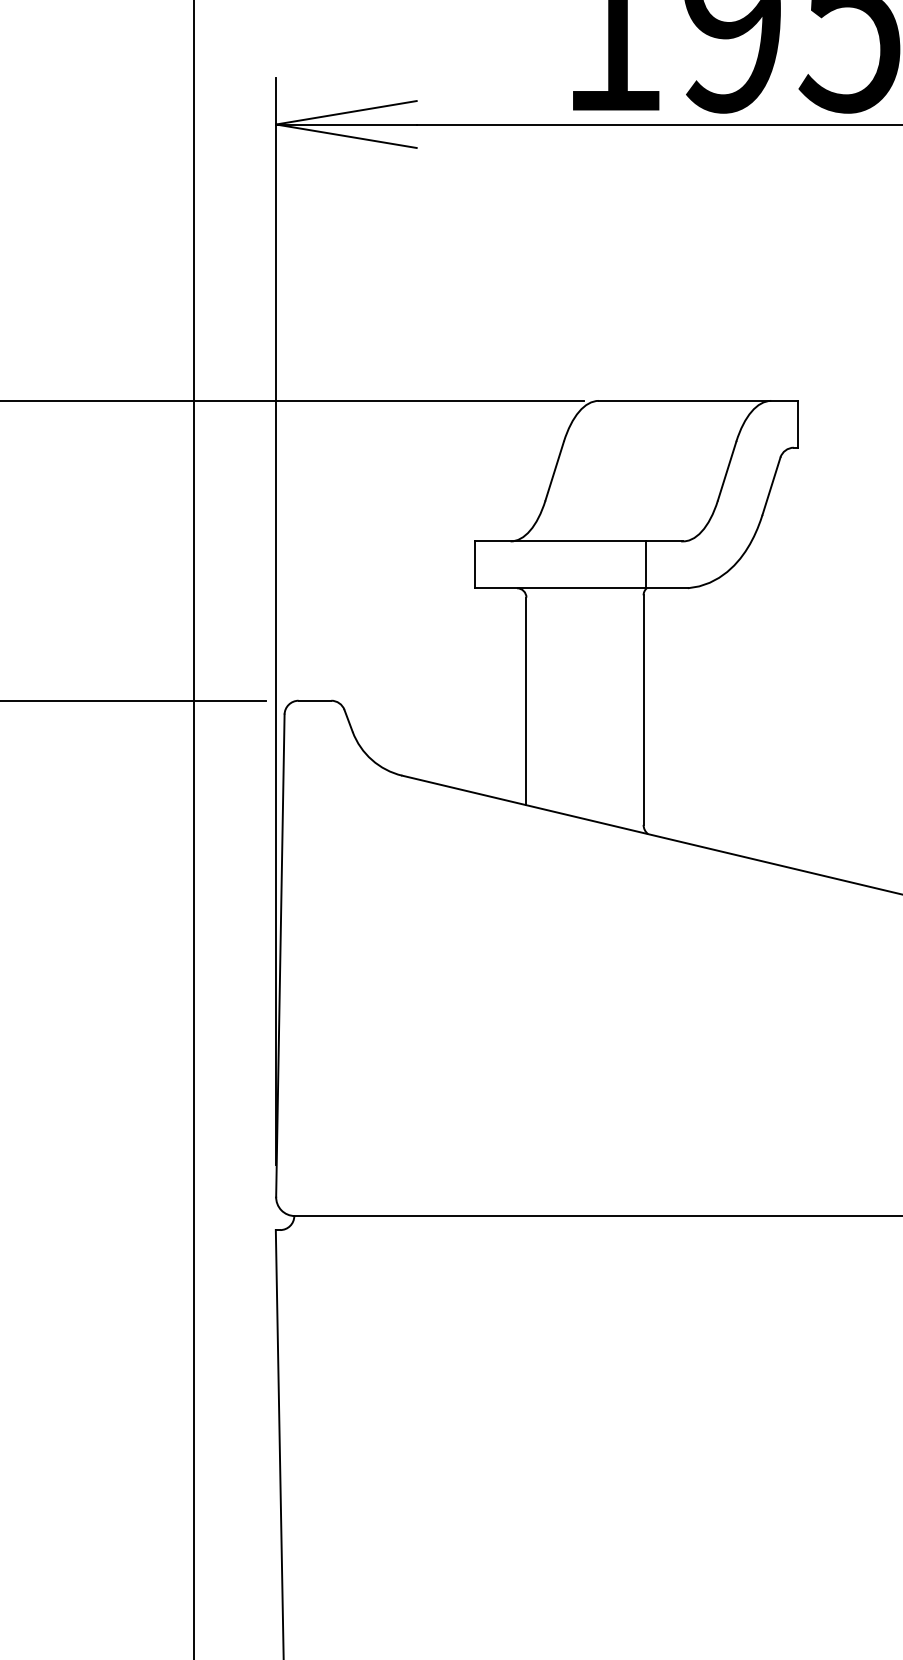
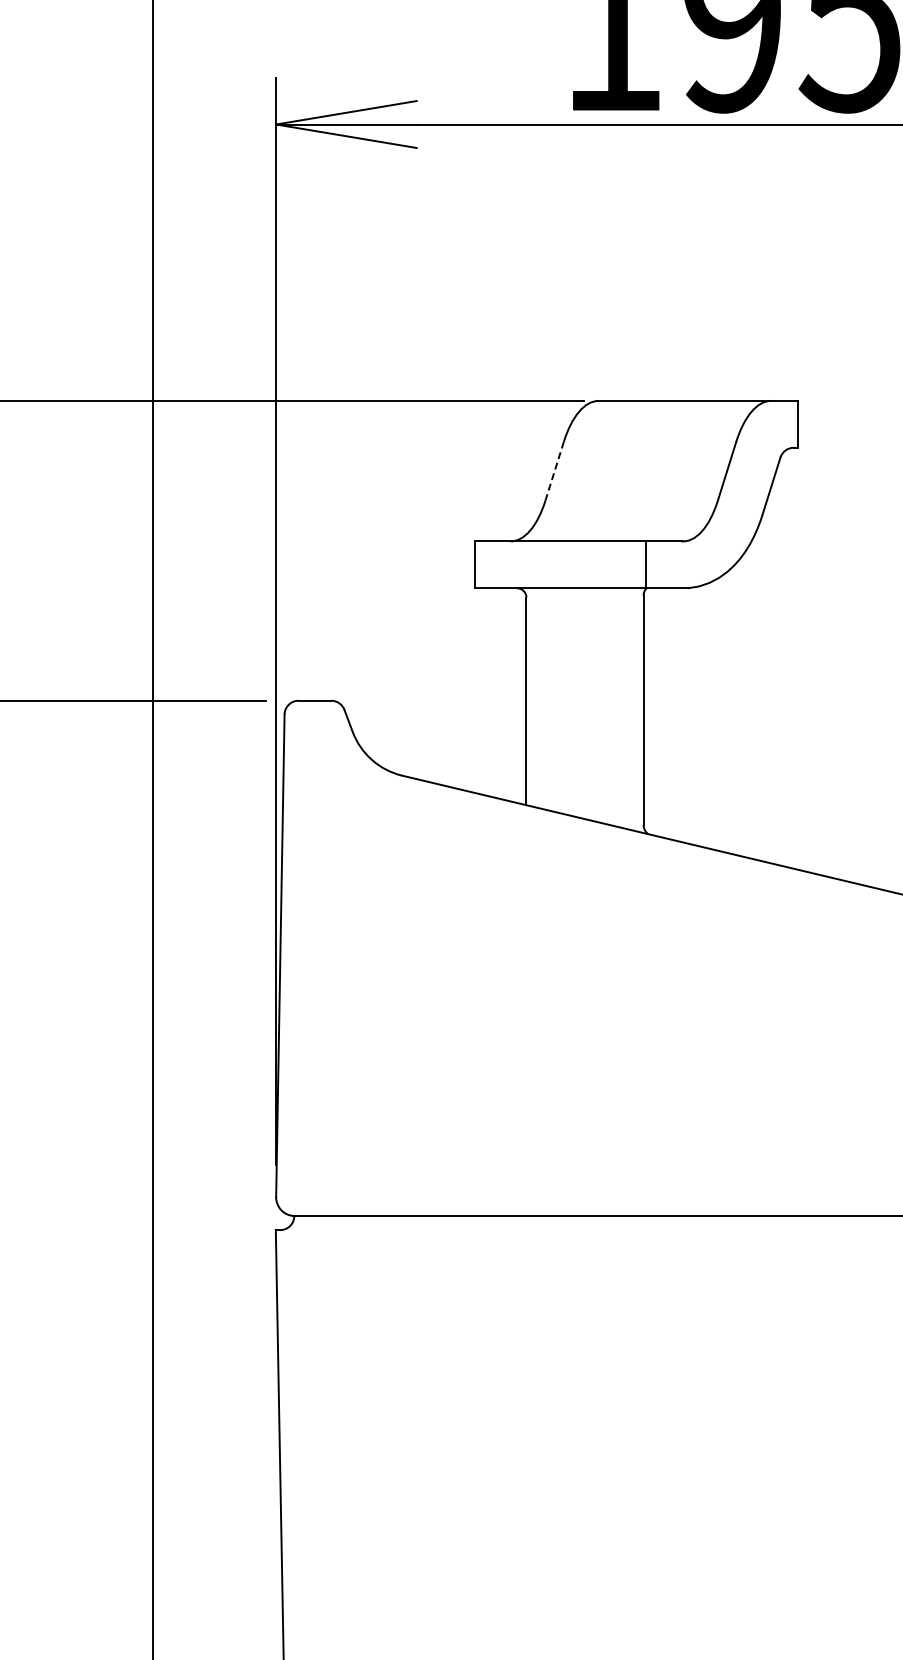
line at (554, 471): solid -> dashed
line at (193, 829) position: (193, 829) -> (152, 829)
